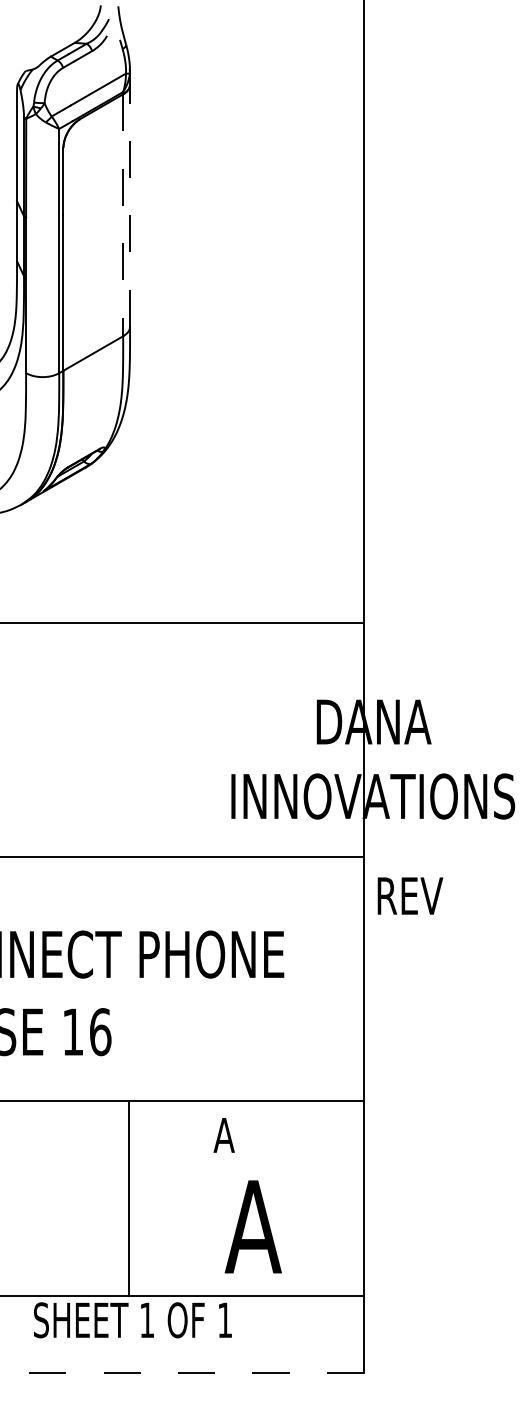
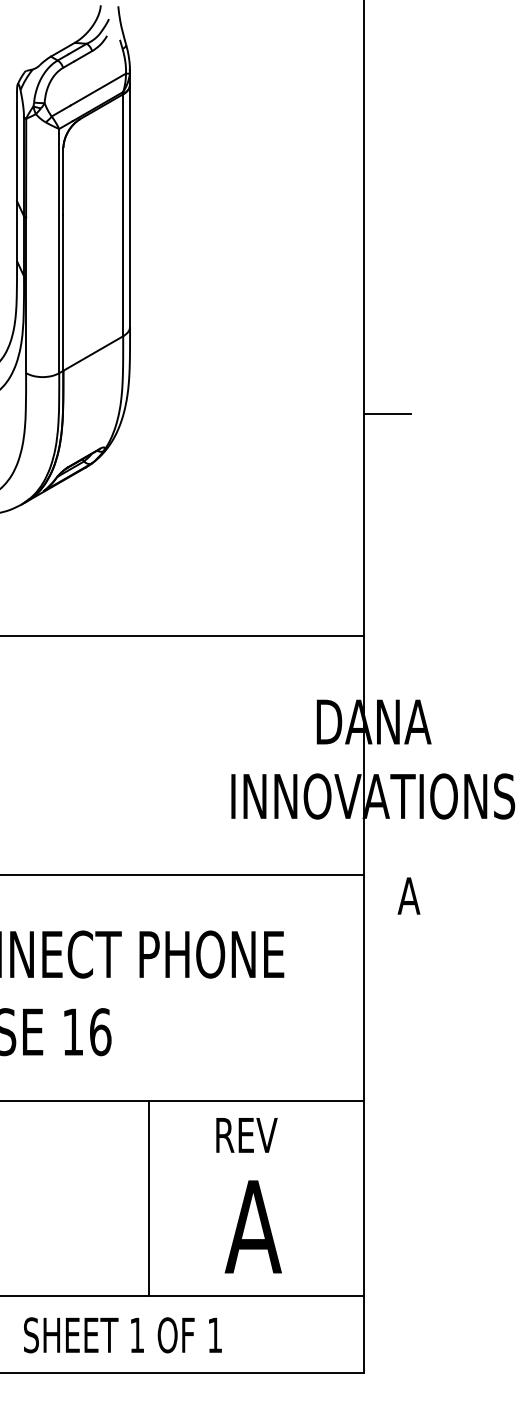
line at (130, 205): dashed -> solid
line at (123, 215): dashed -> solid
line at (387, 414): none -> present
line at (183, 623) position: (183, 623) -> (183, 636)
line at (183, 857) position: (183, 857) -> (183, 875)
text at (410, 895): REV -> A
text at (245, 1135): A -> REV
line at (128, 1198) position: (128, 1198) -> (148, 1198)
text at (132, 1320) position: (132, 1320) -> (122, 1335)
line at (182, 1372): dashed -> solid
